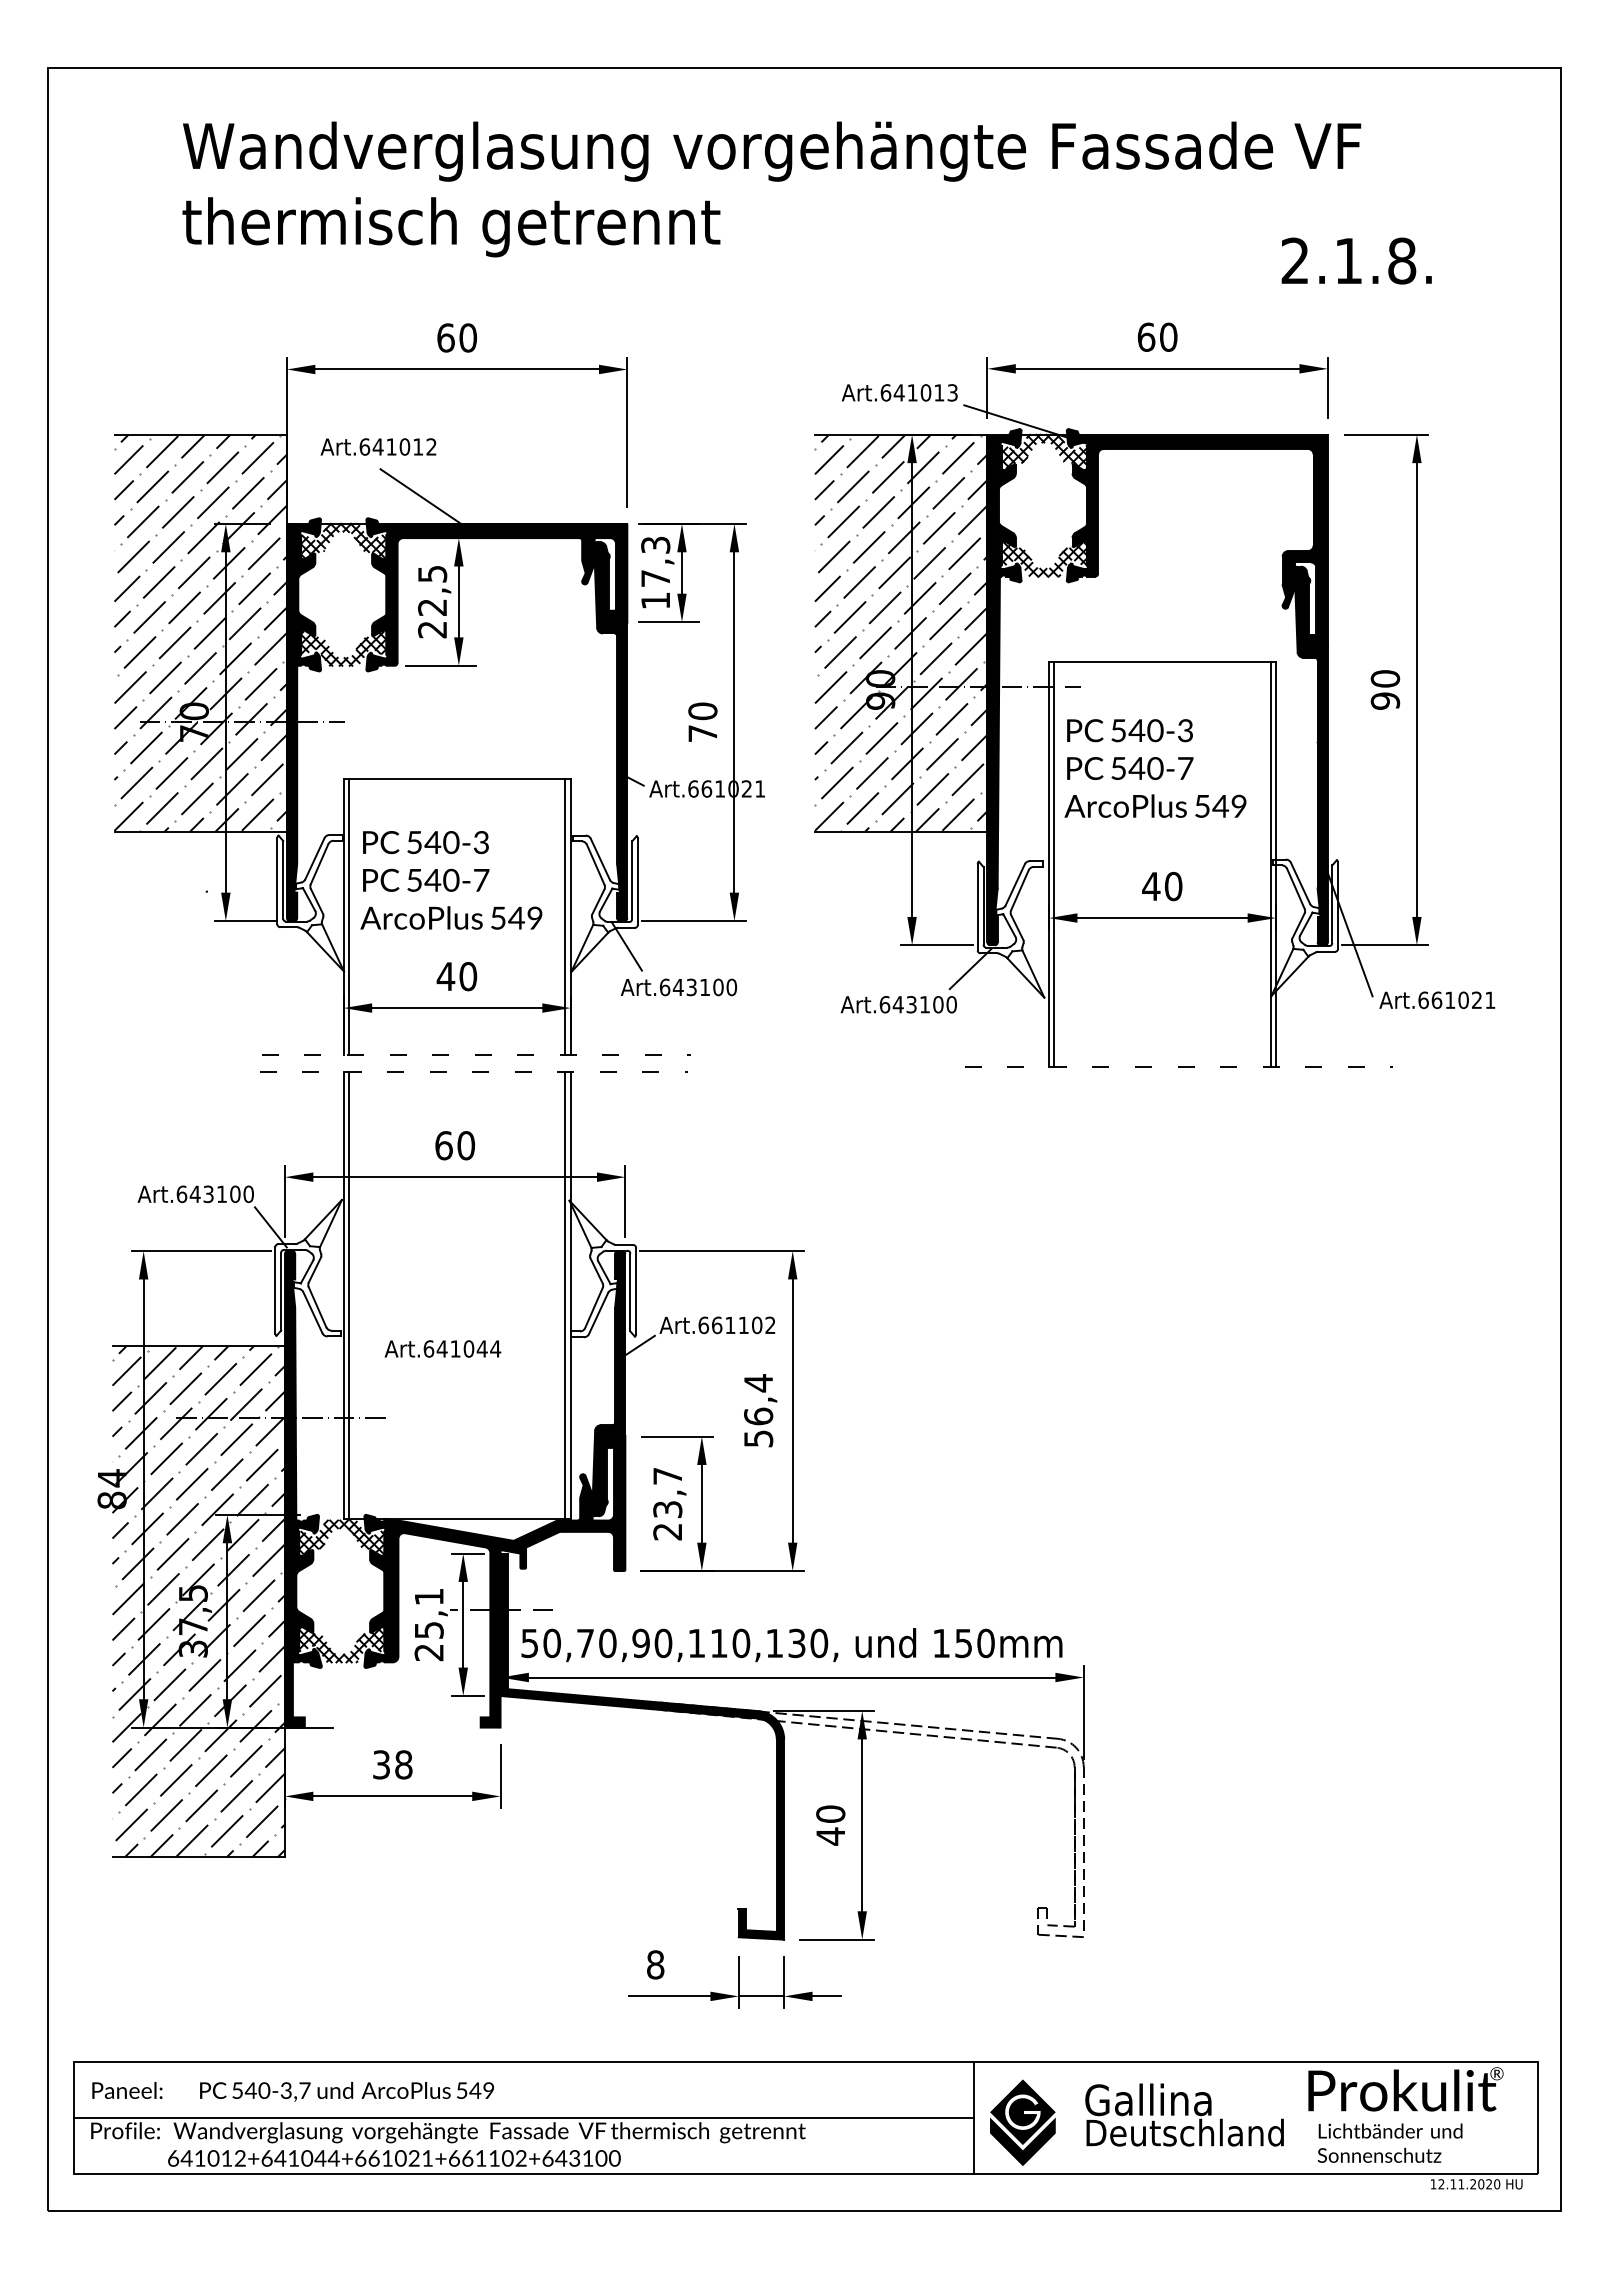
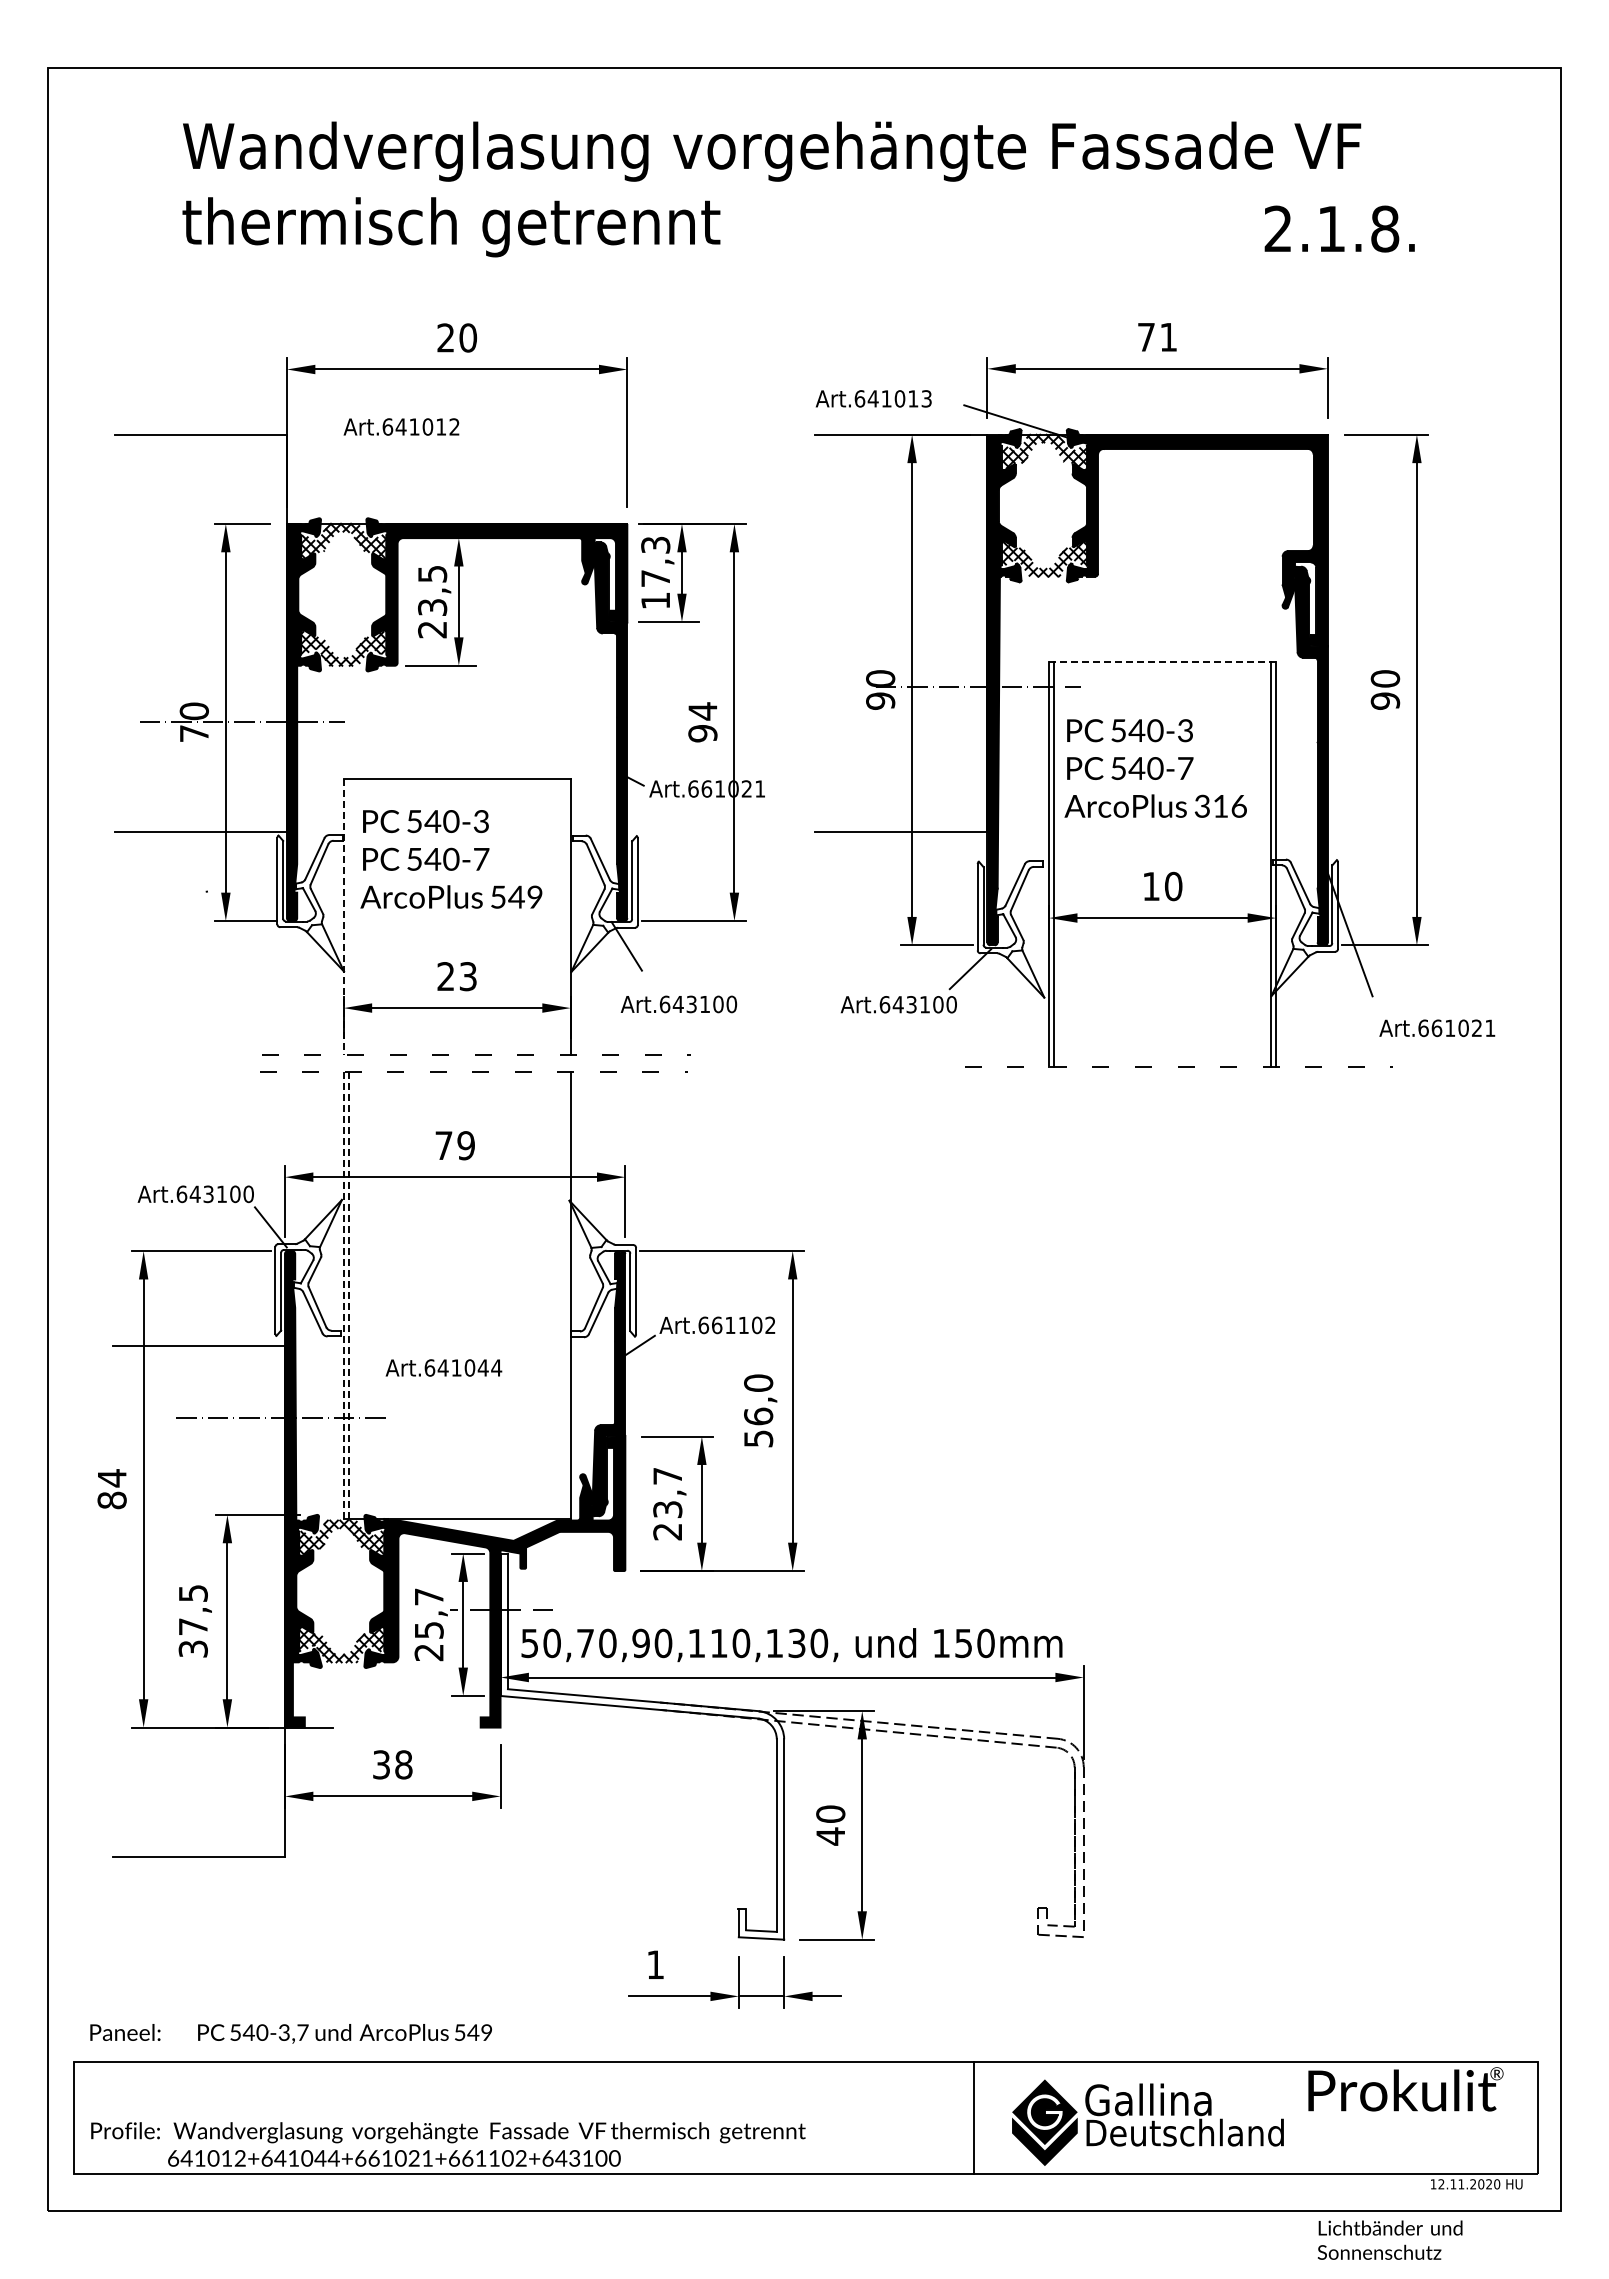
text at (1356, 260) position: (1356, 260) -> (1339, 228)
text at (1157, 336): 60 -> 71
text at (445, 337): 60 -> 20
text at (899, 392) position: (899, 392) -> (873, 398)
text at (378, 446) position: (378, 446) -> (401, 426)
line at (420, 496): present -> none
text at (432, 607): 22,5 -> 23,5
hatch at (200, 632): present -> none
hatch at (900, 632): present -> none
line at (1163, 661): solid -> dashed
text at (702, 722): 70 -> 94
text at (1220, 805): 549 -> 316
text at (451, 880) position: (451, 880) -> (451, 859)
text at (1151, 886): 40 -> 10
line at (349, 916): present -> none
line at (565, 916): present -> none
line at (343, 917): solid -> dashed
text at (456, 976): 40 -> 23
text at (678, 987) position: (678, 987) -> (678, 1004)
text at (1437, 1000) position: (1437, 1000) -> (1437, 1028)
text at (455, 1145): 60 -> 79
line at (343, 1294): solid -> dashed
line at (349, 1294): solid -> dashed
line at (565, 1294): present -> none
text at (442, 1348) position: (442, 1348) -> (443, 1367)
text at (758, 1383): 56,4 -> 56,0
text at (429, 1596): 25,1 -> 25,7
hatch at (198, 1601): present -> none
fill at (642, 1746): present -> none
text at (655, 1964): 8 -> 1
text at (292, 2091) position: (292, 2091) -> (290, 2033)
line at (523, 2118): present -> none
part at (1022, 2122) position: (1022, 2122) -> (1044, 2122)
text at (1390, 2142) position: (1390, 2142) -> (1390, 2239)
